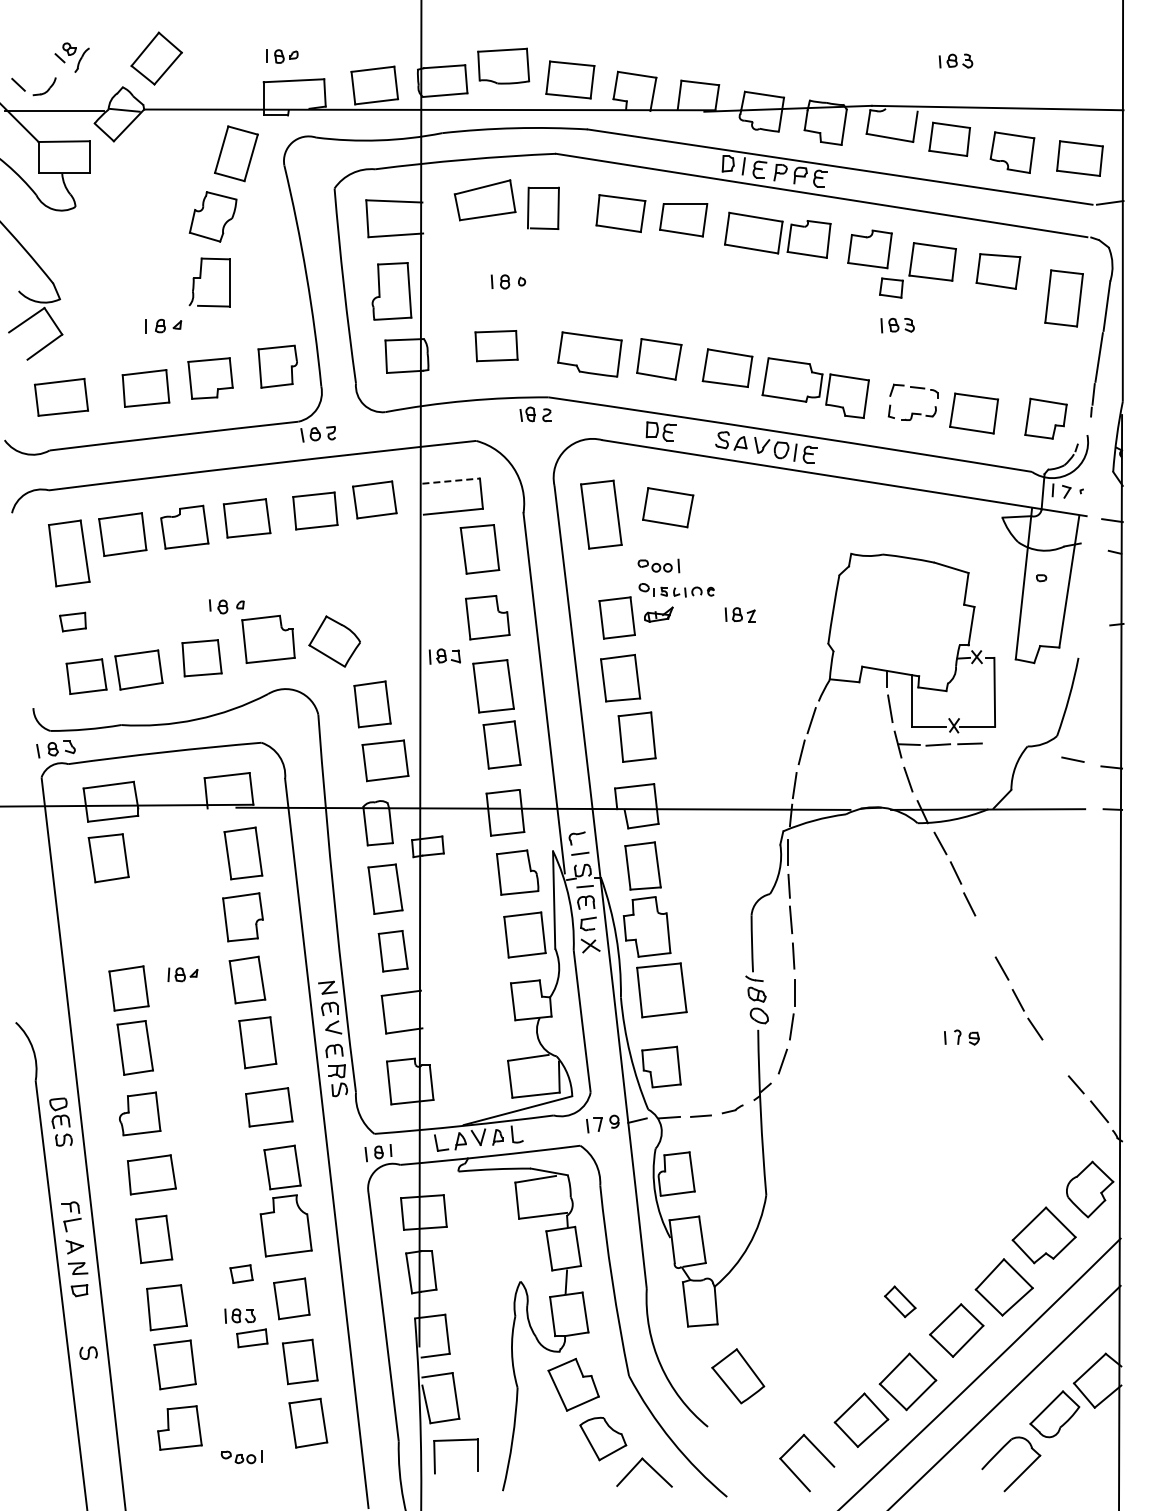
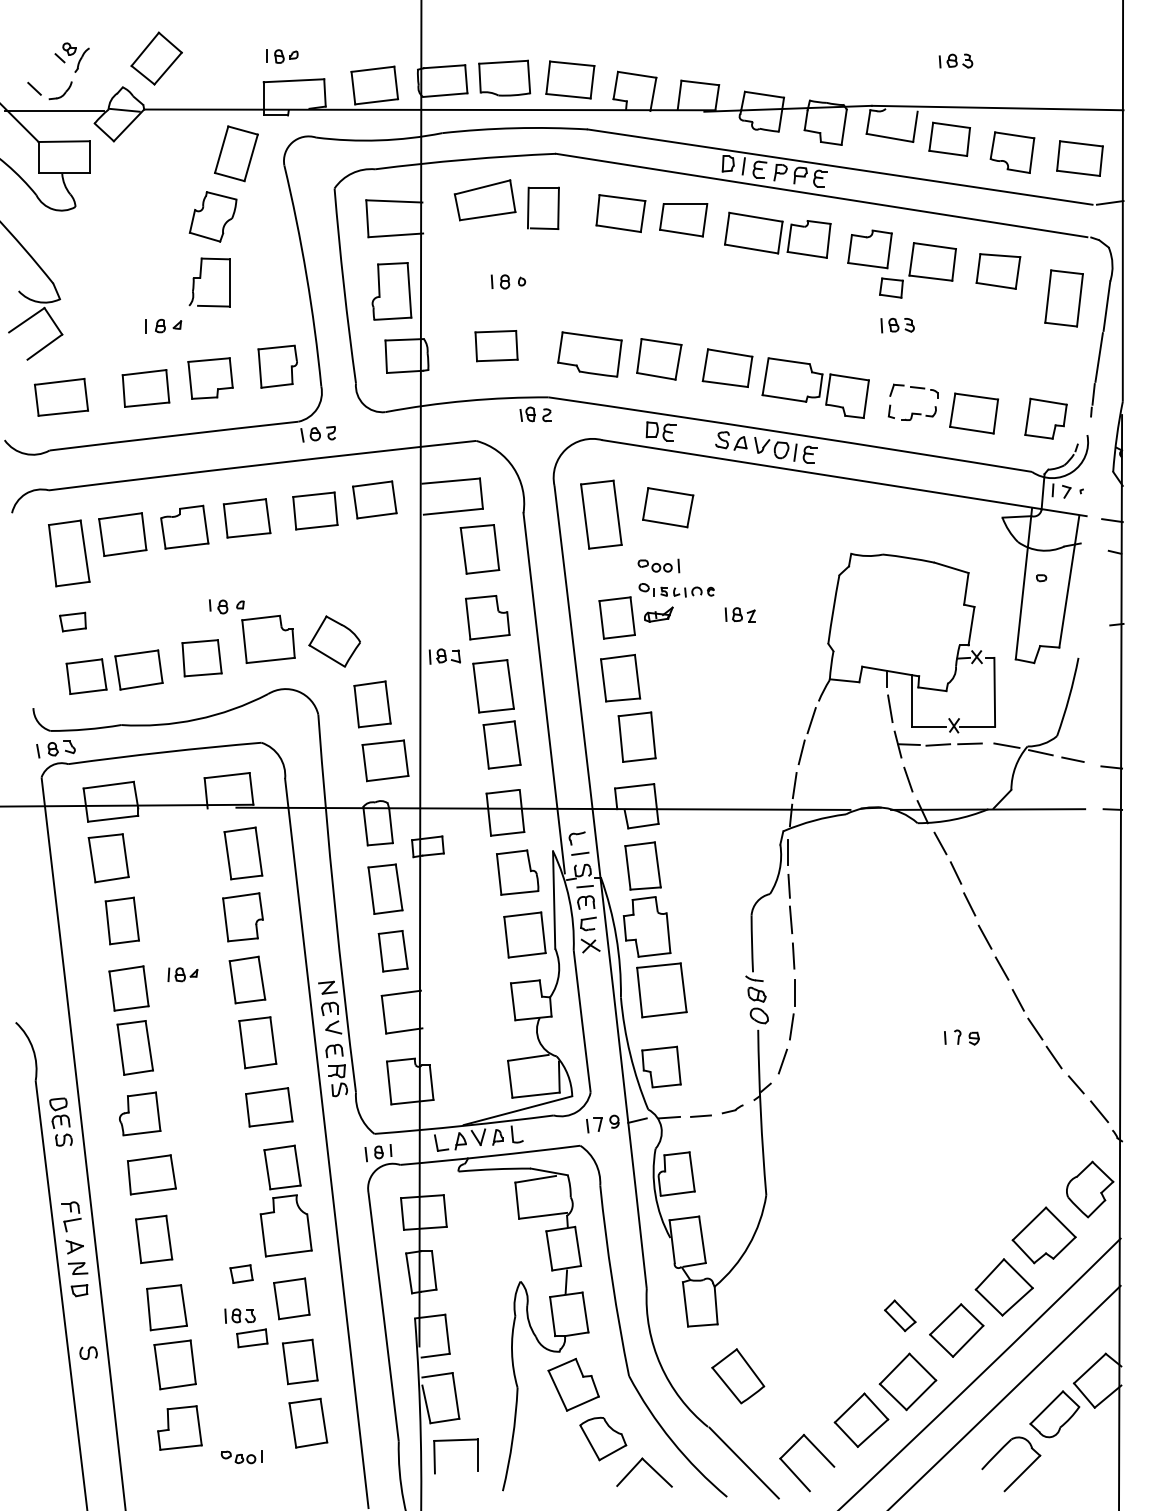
part at (503, 65) position: (503, 65) -> (504, 77)
part at (33, 94) position: (33, 94) -> (49, 98)
line at (451, 481): dashed -> solid
line at (1006, 745): none -> present
line at (1040, 752): none -> present
part at (121, 920): none -> present
line at (984, 936): none -> present
line at (1053, 1057): none -> present
part at (900, 1301) position: (900, 1301) -> (900, 1315)
line at (743, 1462): none -> present
